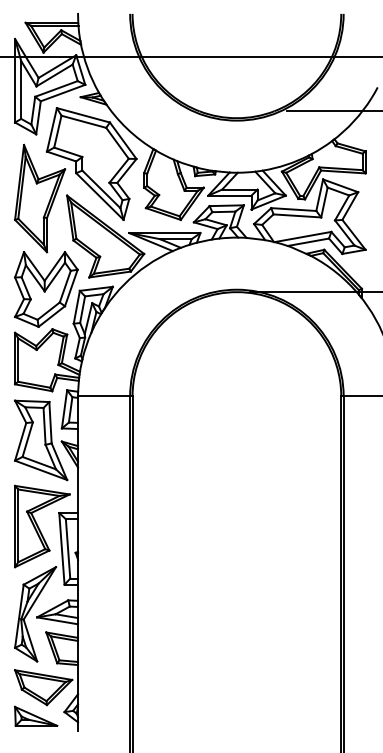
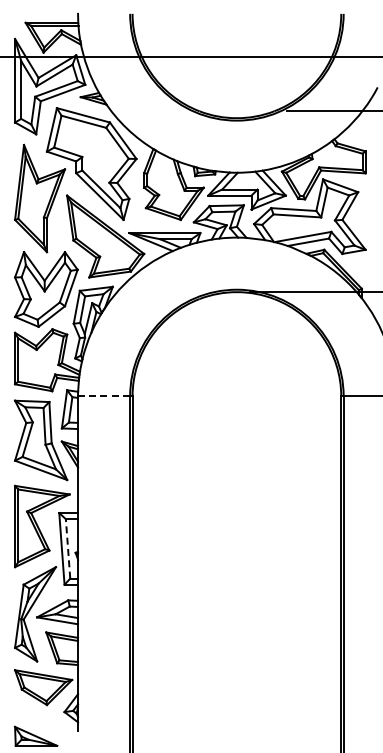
line at (103, 396): solid -> dashed
line at (68, 548): solid -> dashed
part at (36, 715) position: (36, 715) -> (36, 735)
